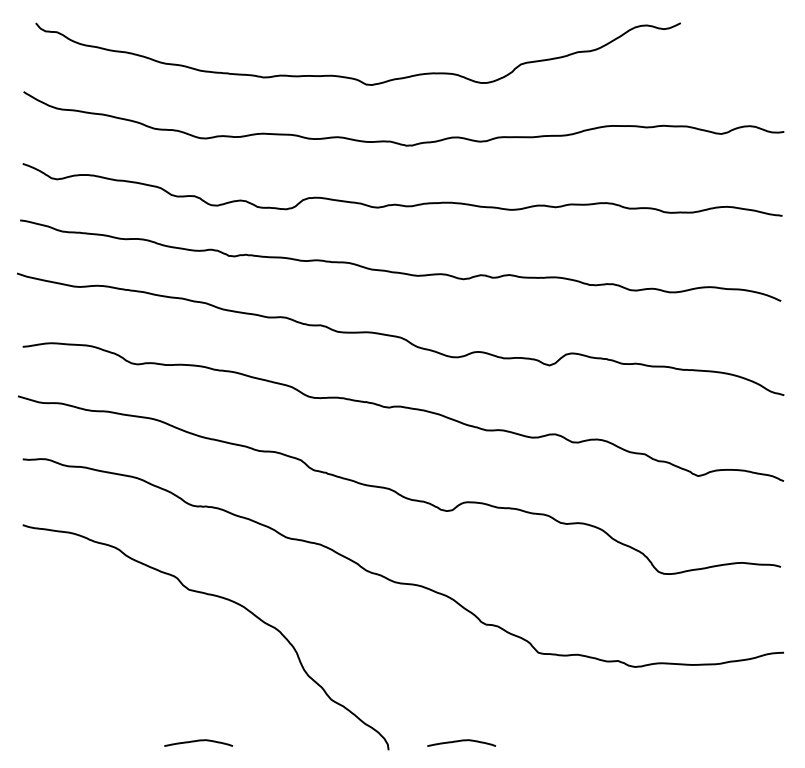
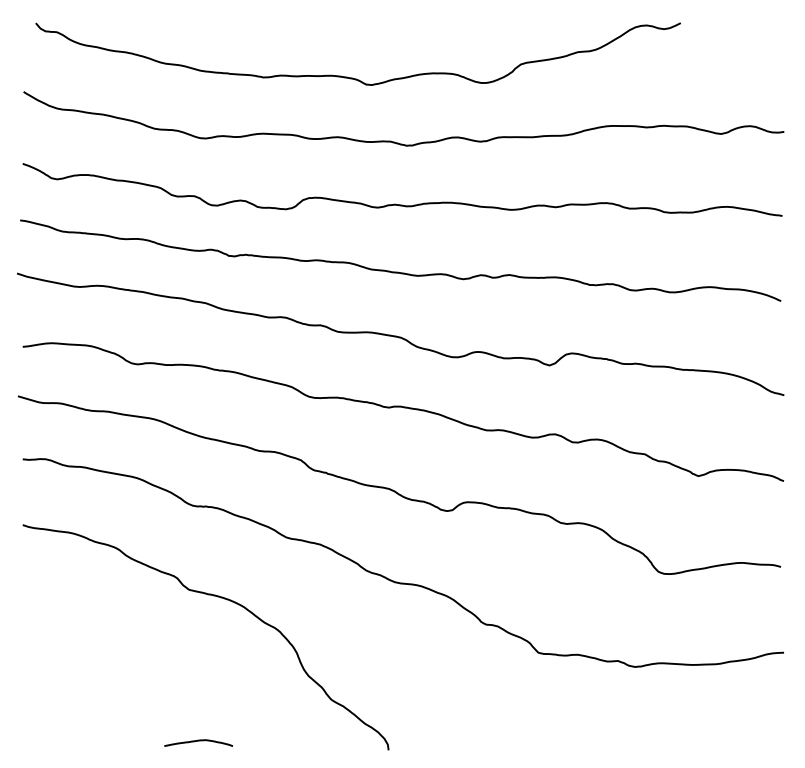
curve at (461, 741): present -> none
